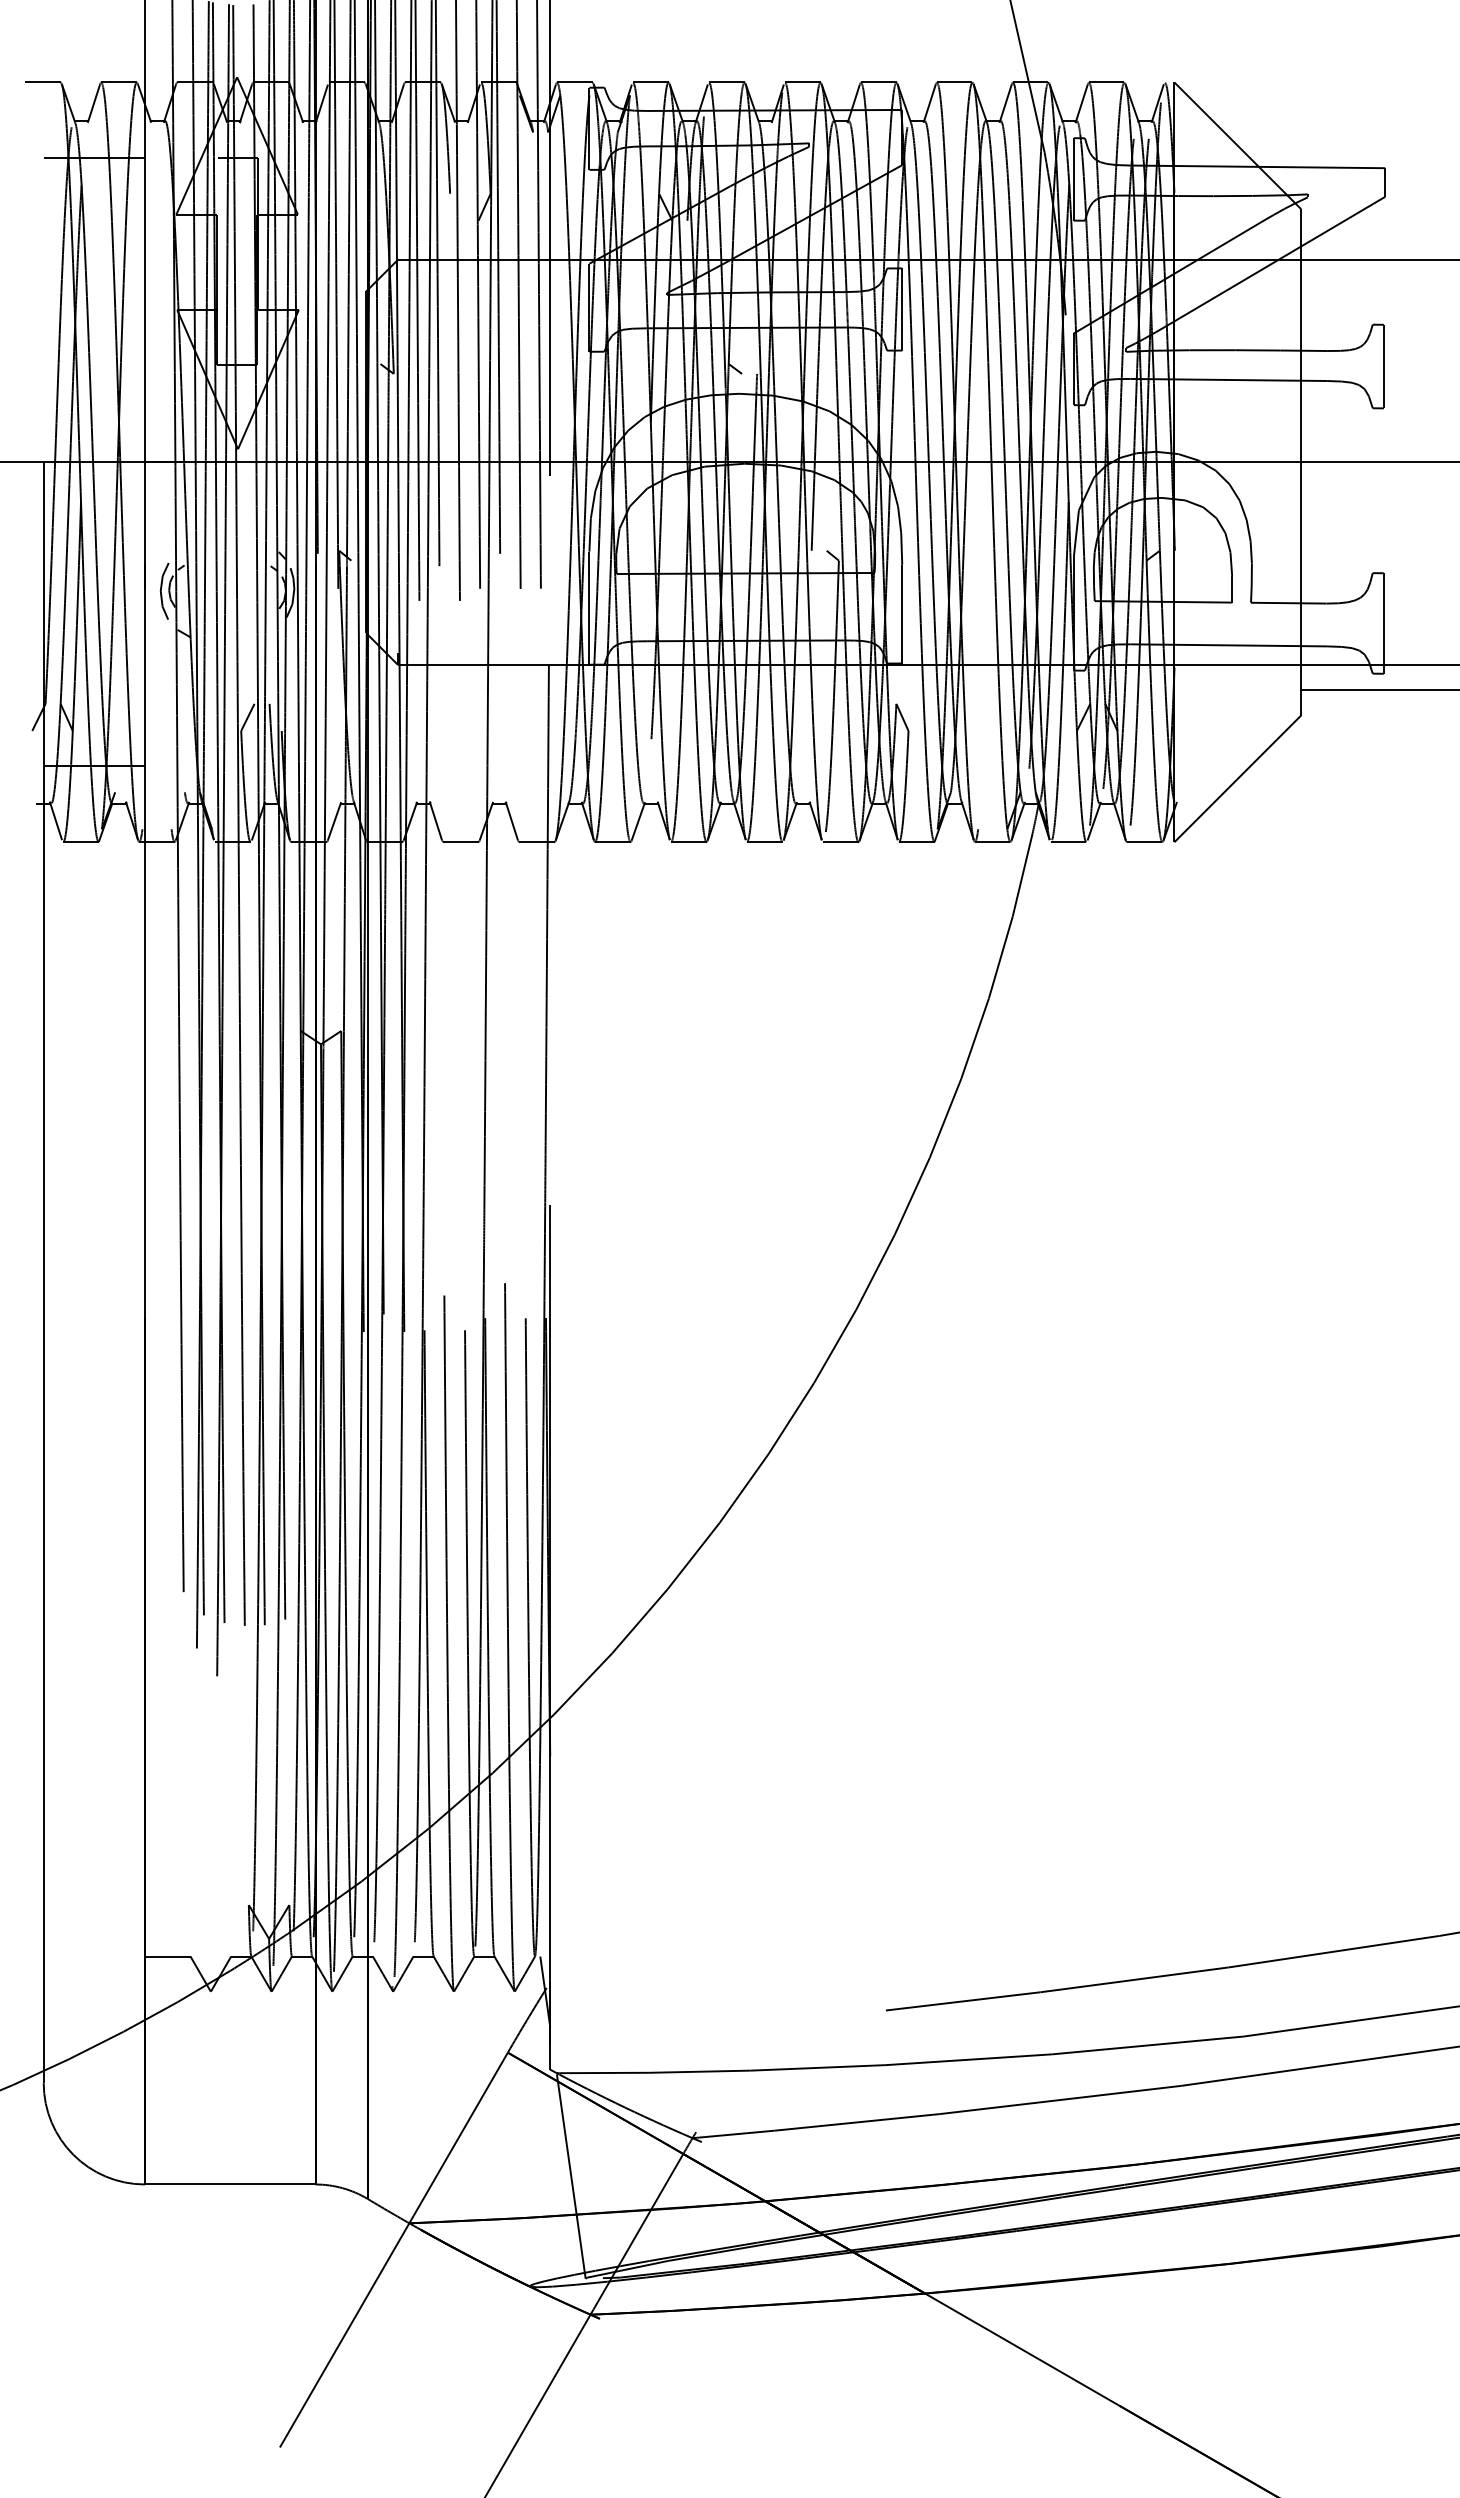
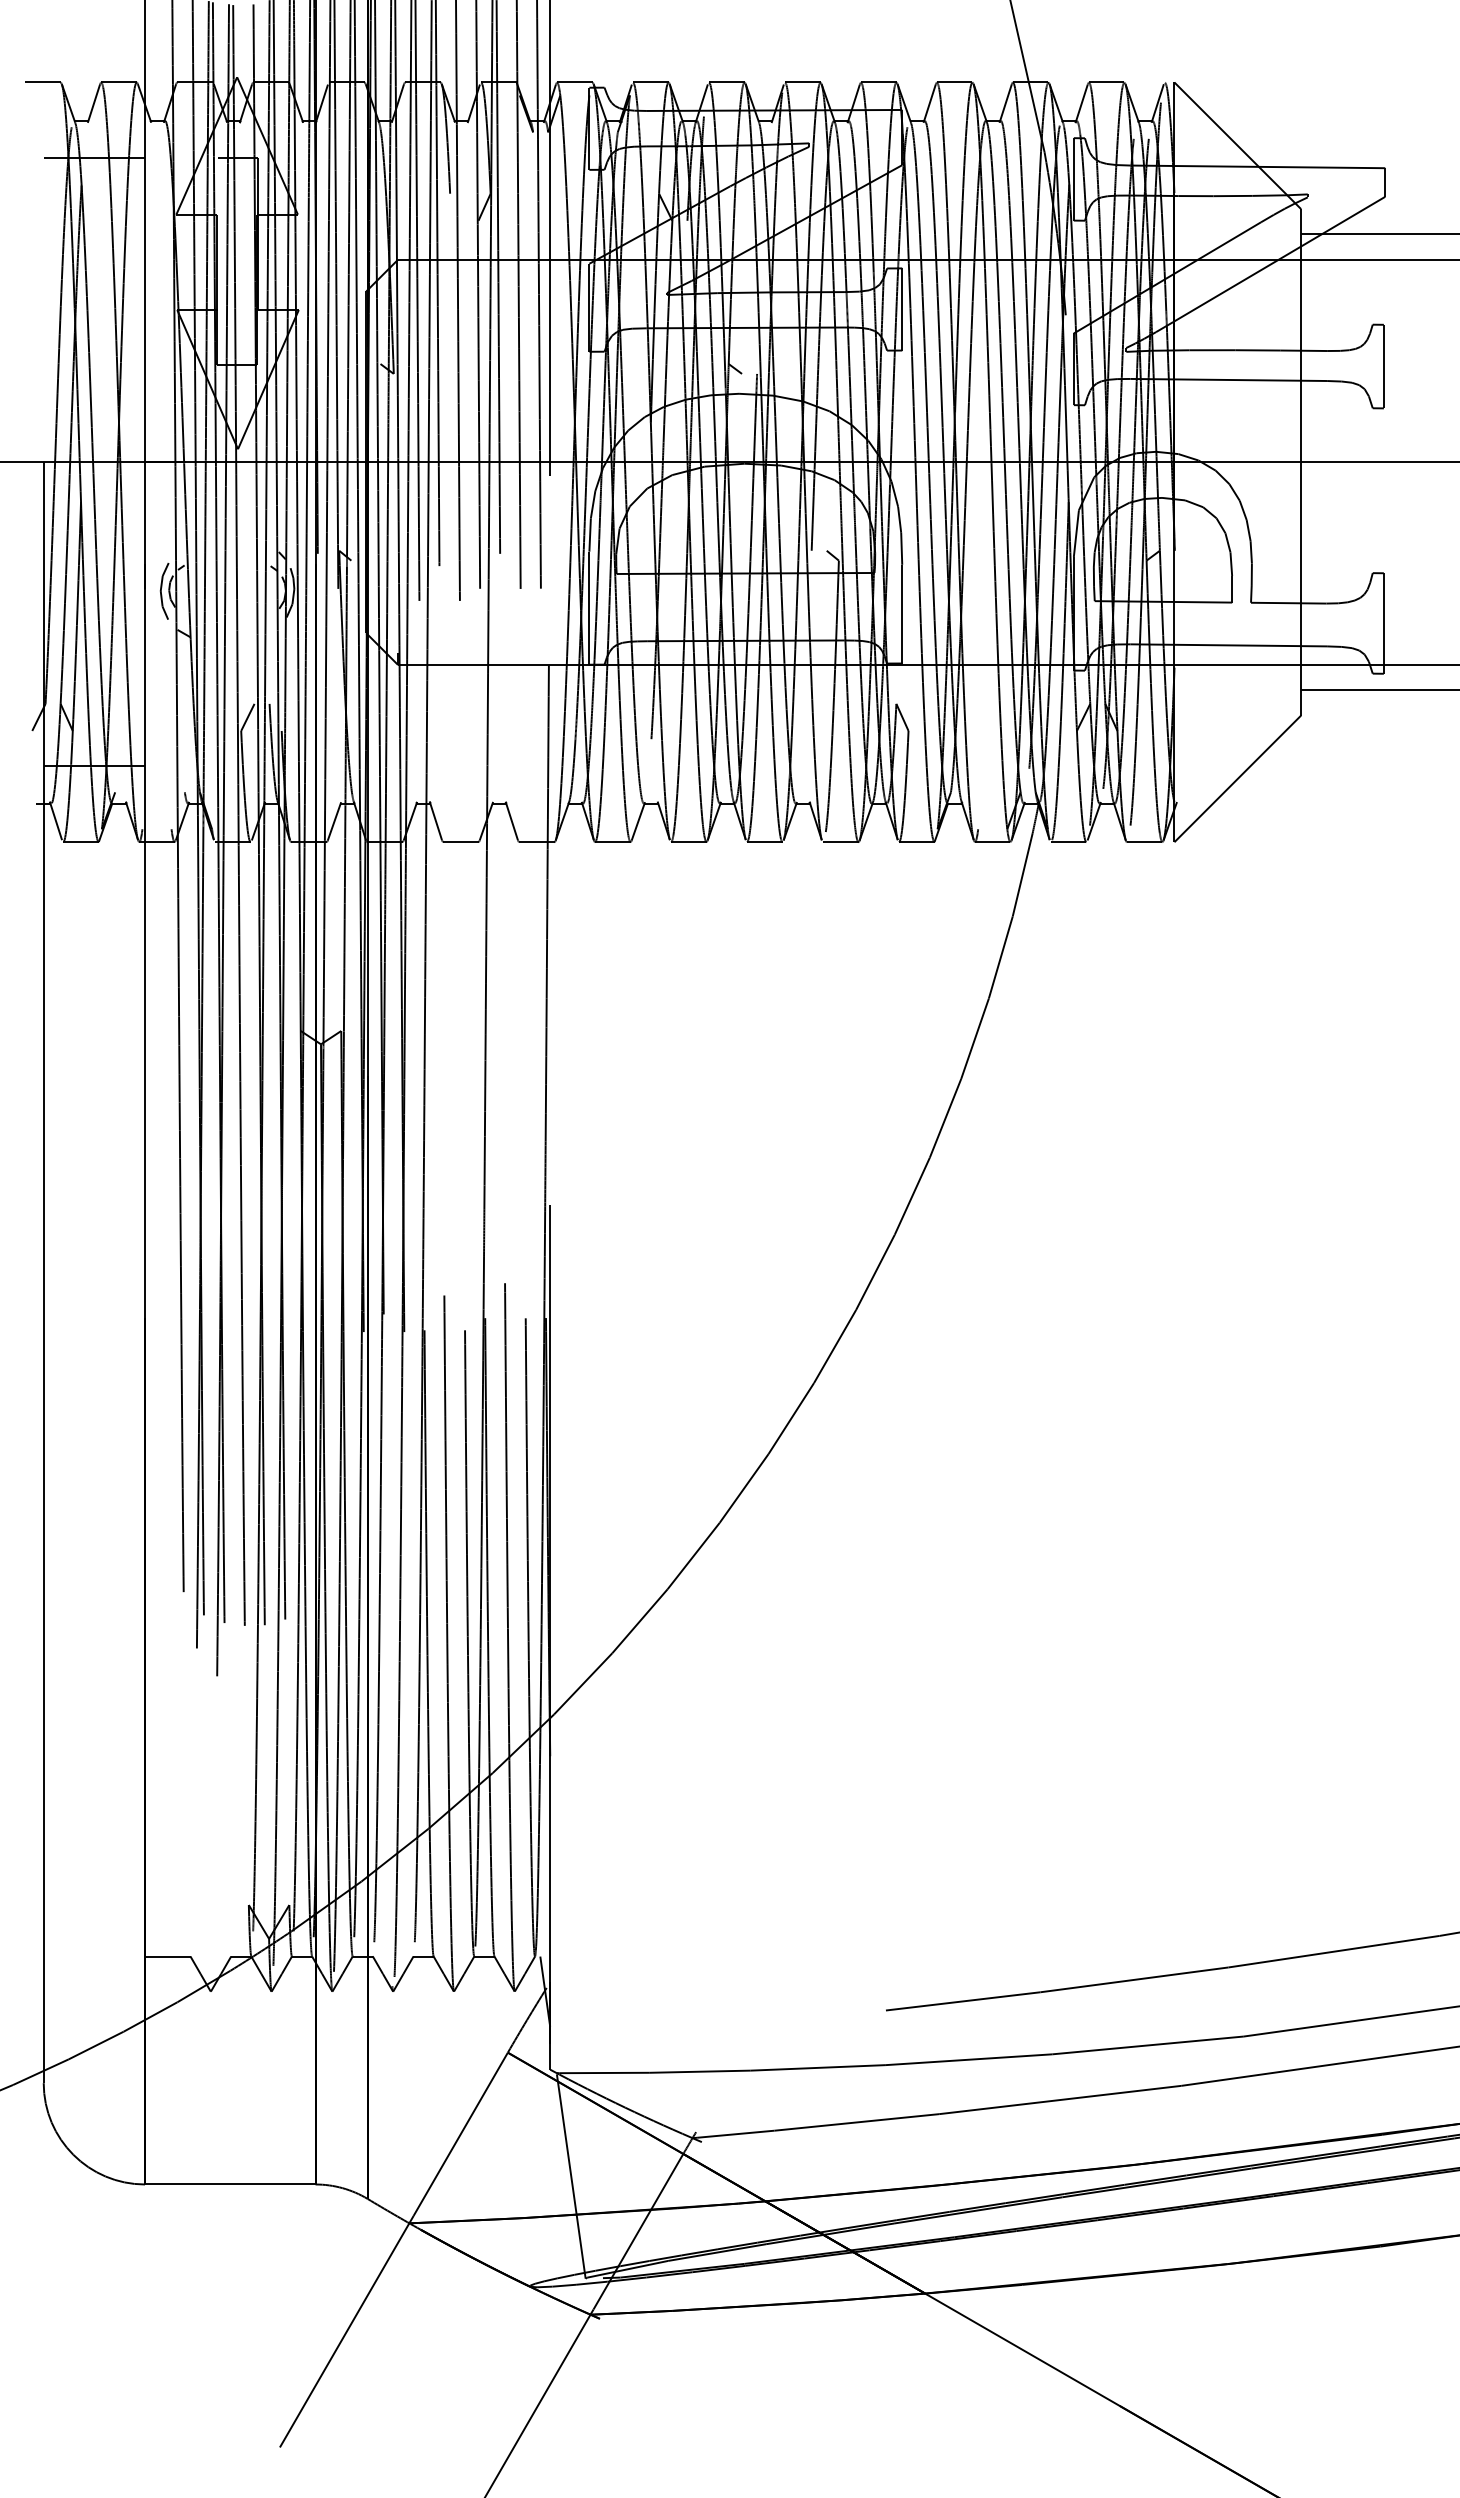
line at (1378, 234): none -> present
